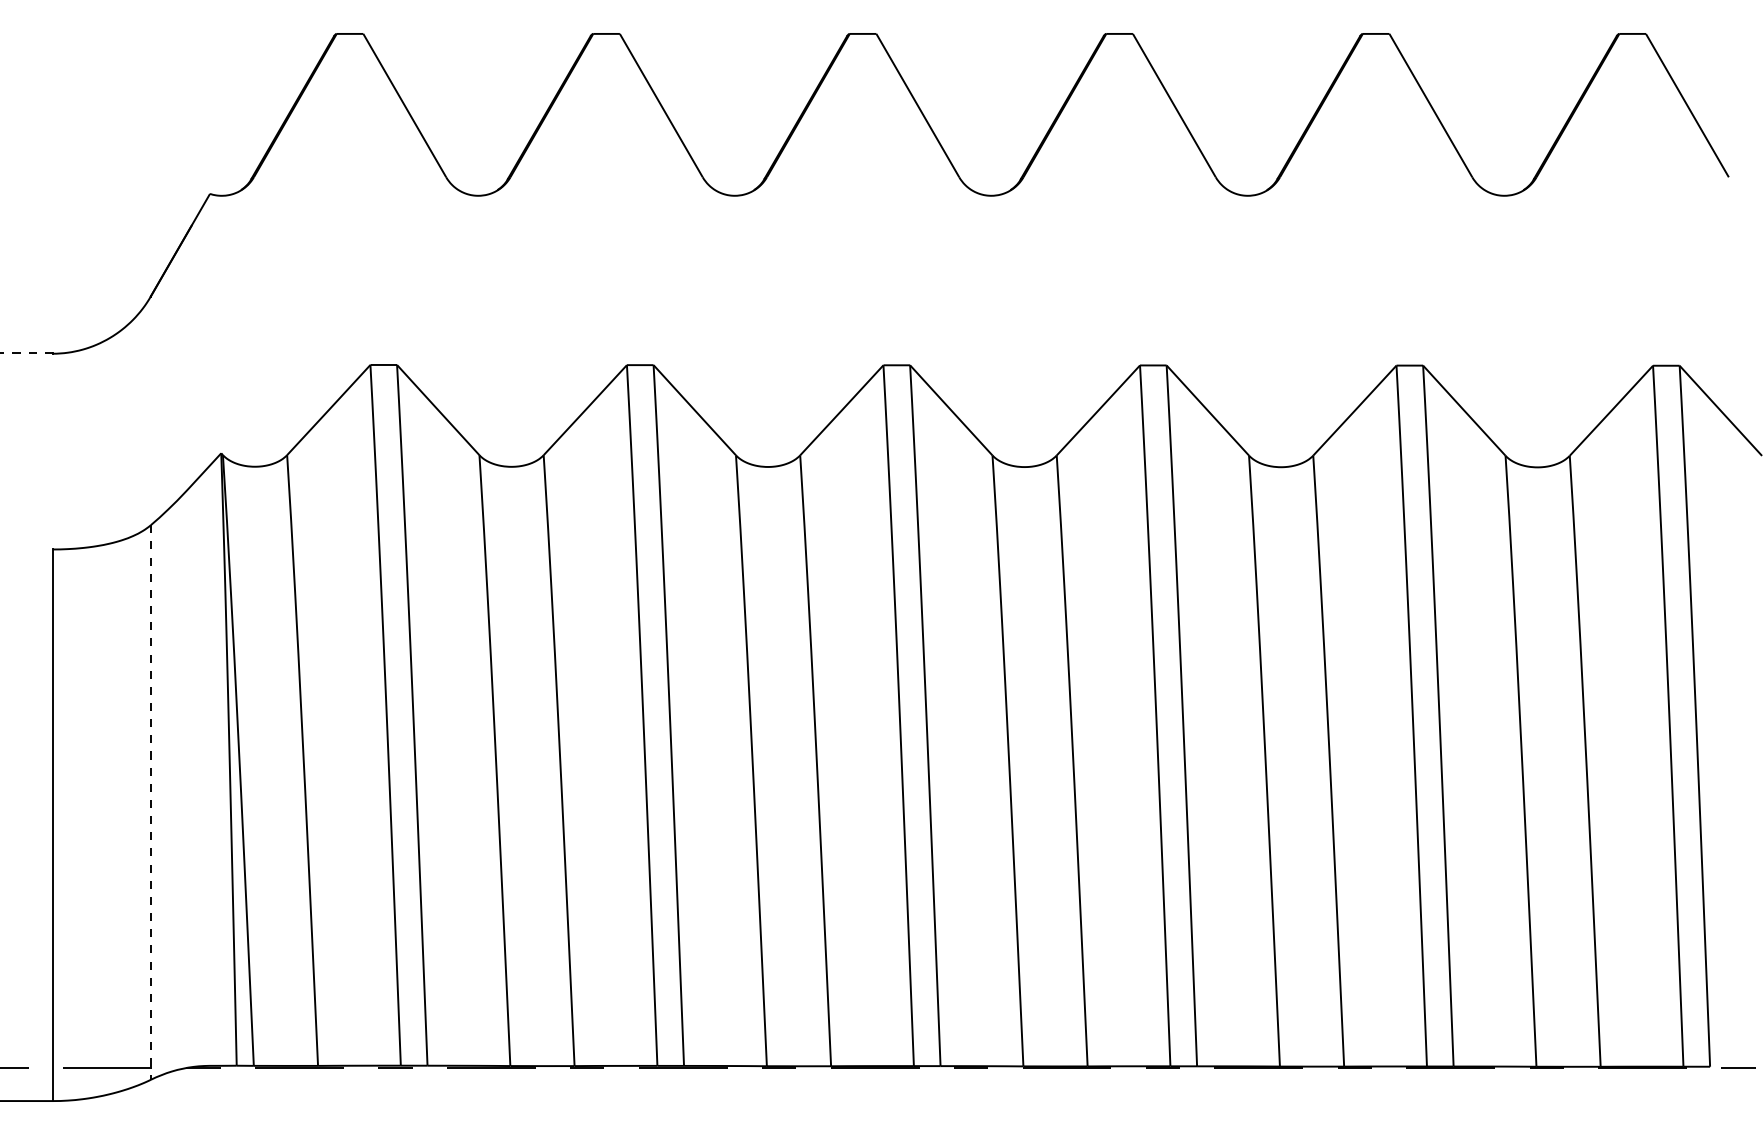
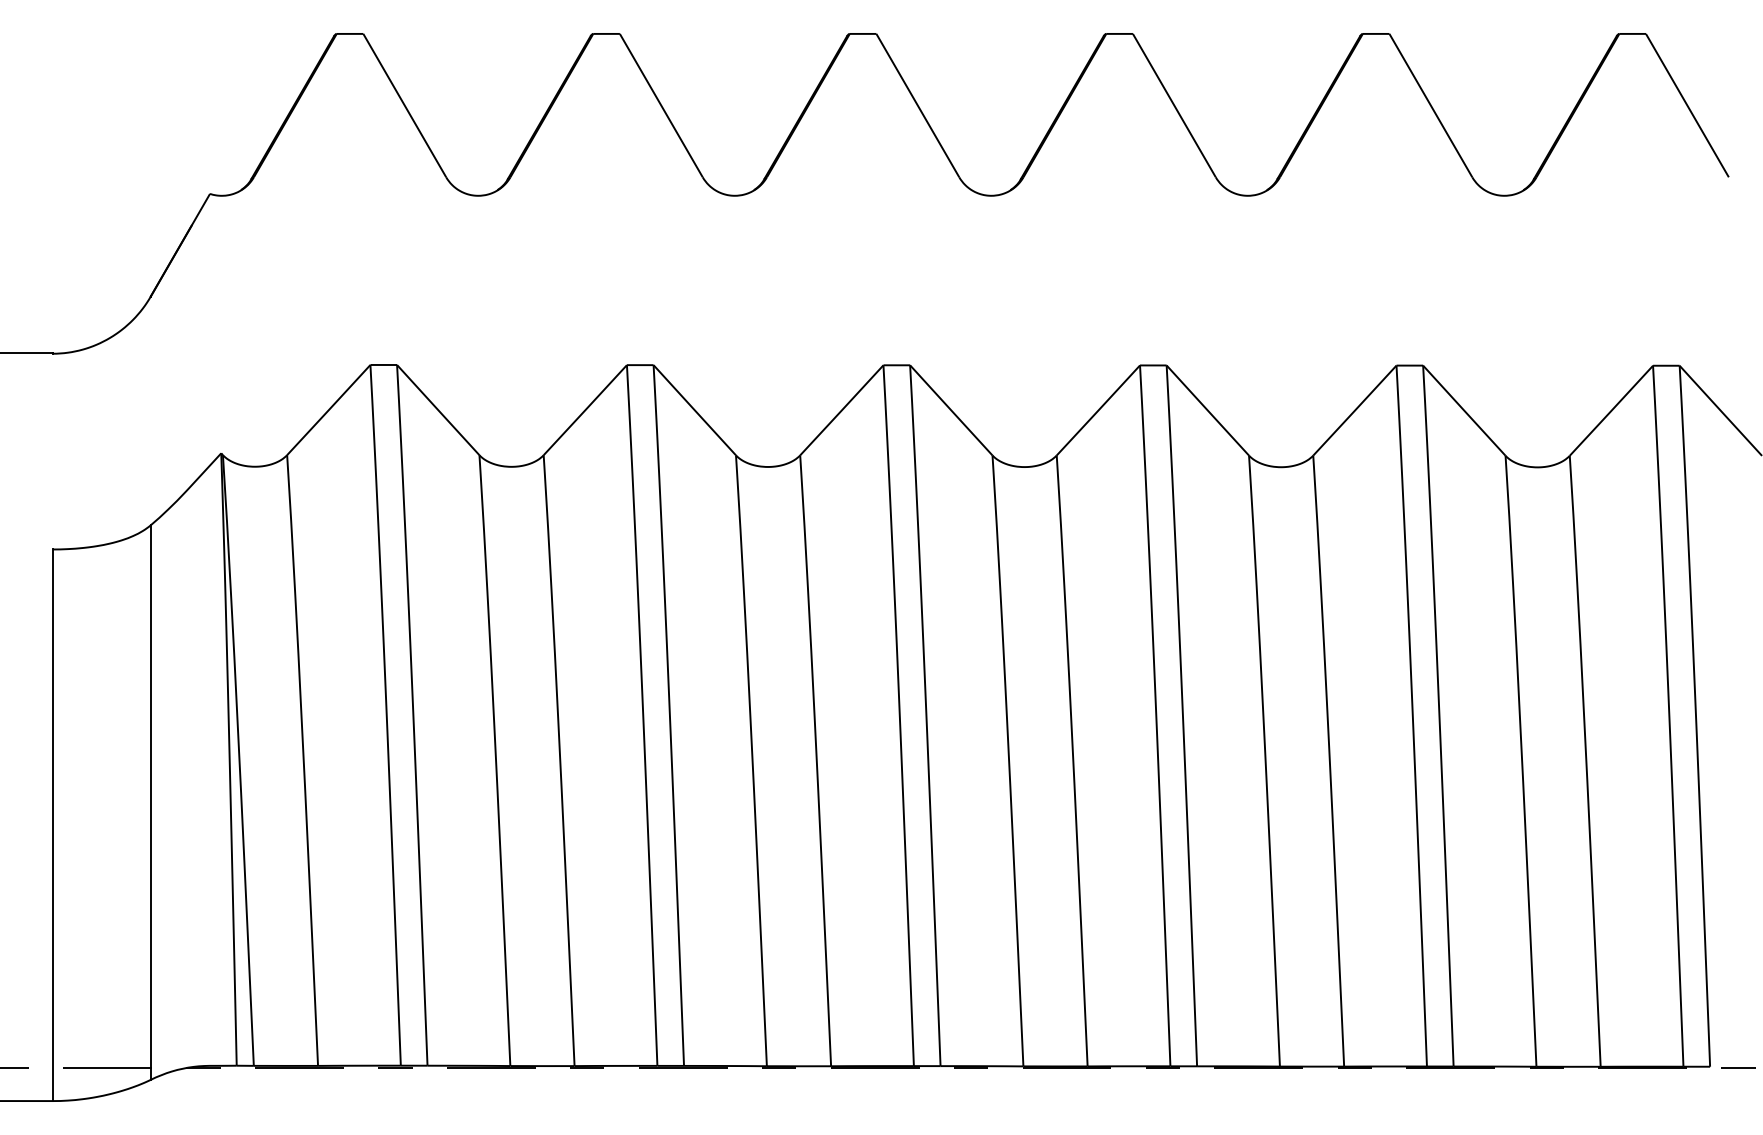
line at (26, 352): dashed -> solid
line at (150, 803): dashed -> solid
